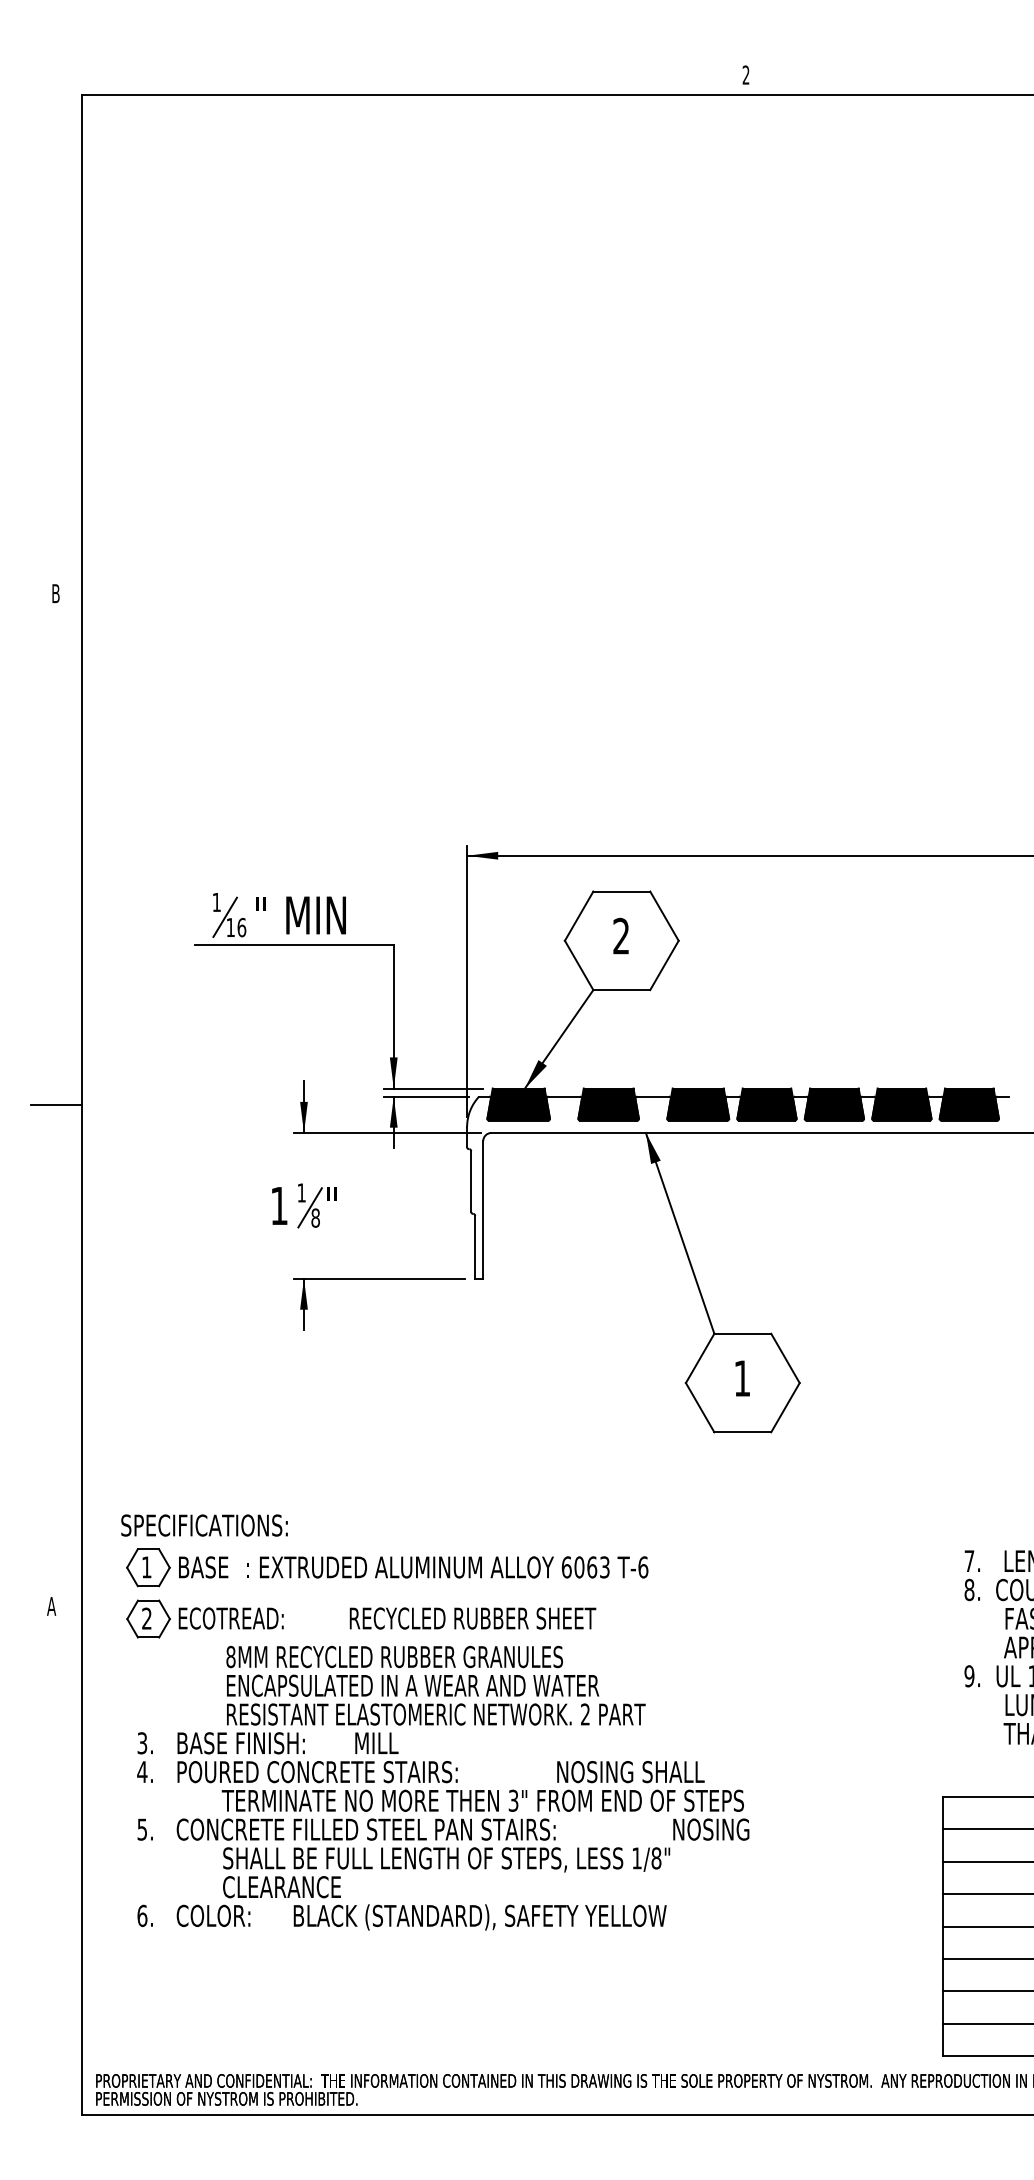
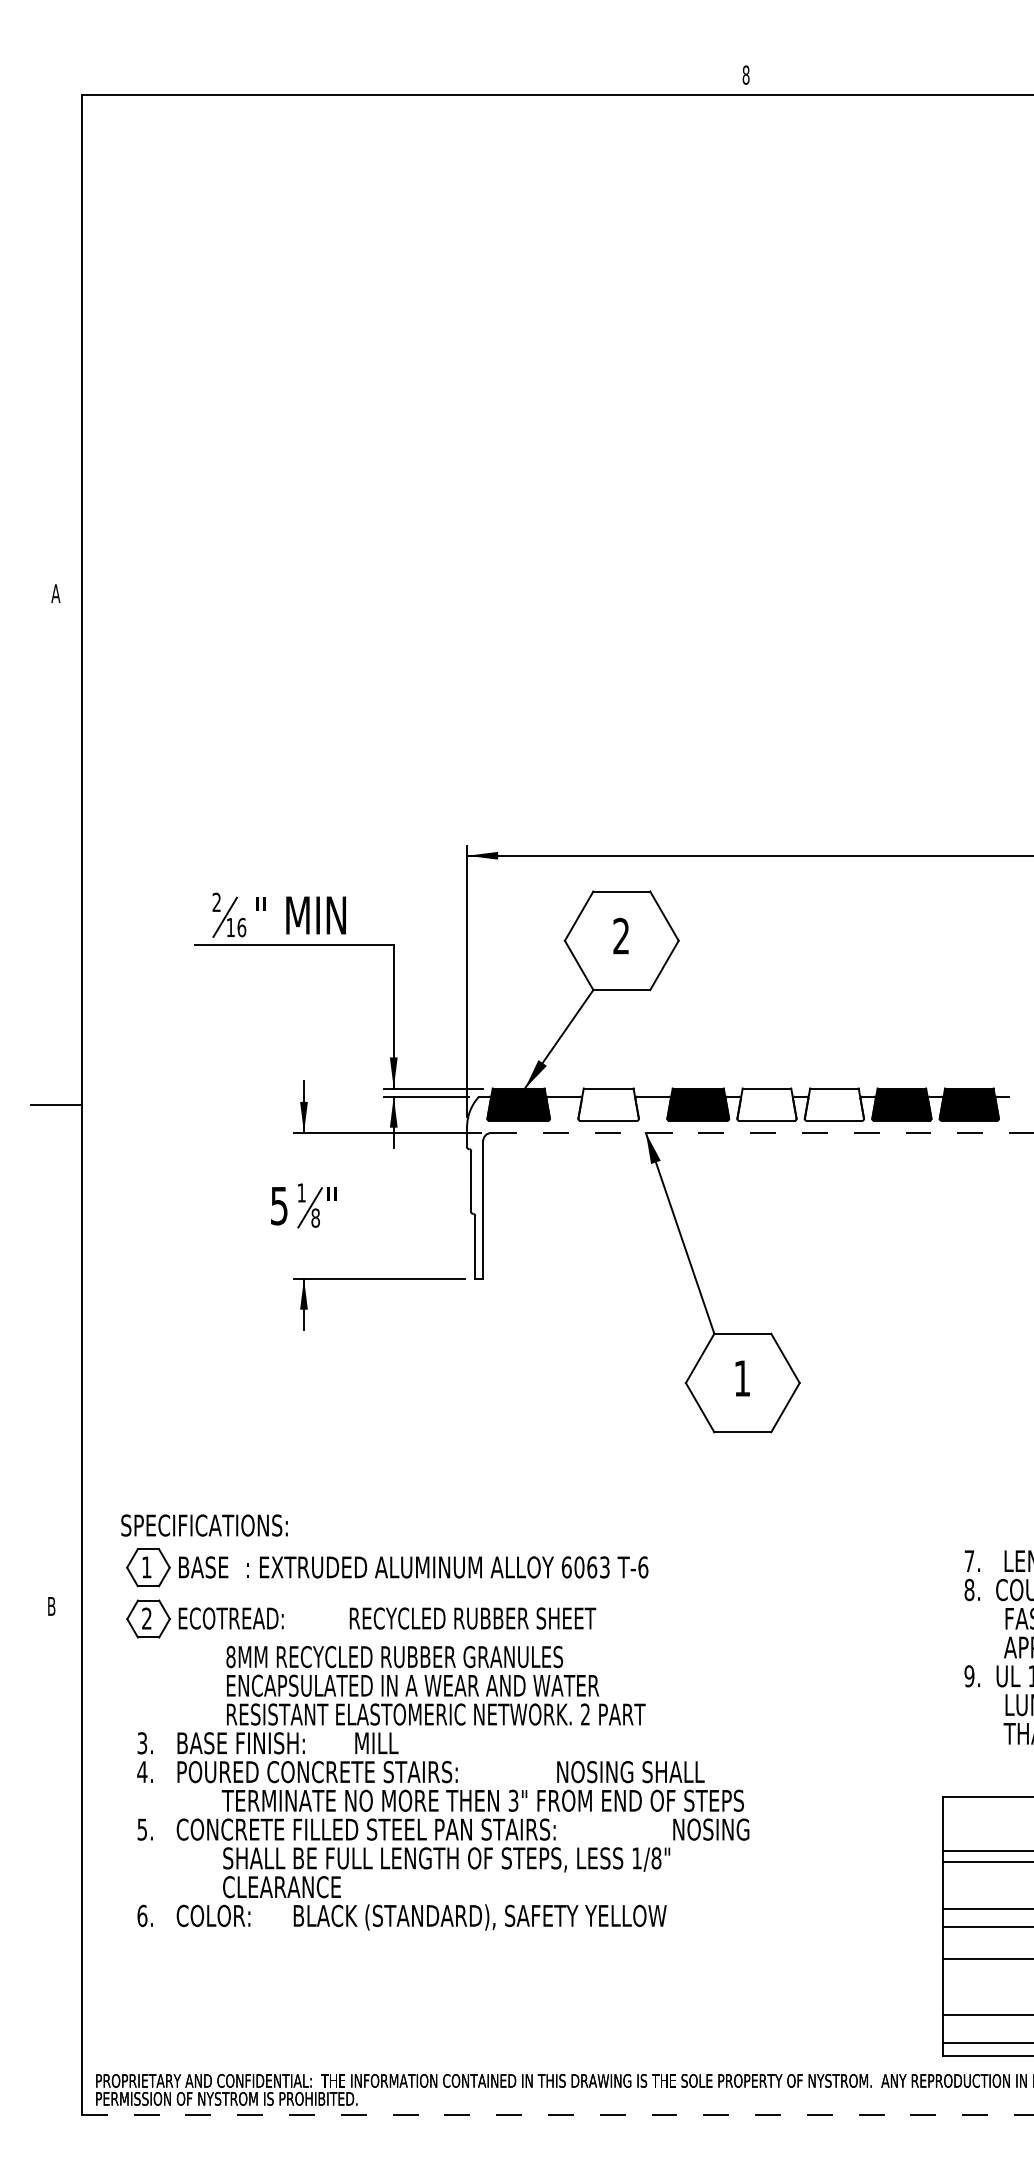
text at (745, 74): 2 -> 8
text at (55, 593): B -> A
text at (216, 901): 1 -> 2
fill at (608, 1104): present -> none
fill at (766, 1104): present -> none
fill at (834, 1104): present -> none
line at (762, 1132): solid -> dashed
text at (279, 1206): 1 -> 5
text at (51, 1606): A -> B
line at (986, 1829) position: (986, 1829) -> (986, 1851)
line at (986, 1894) position: (986, 1894) -> (986, 1909)
line at (986, 1991) position: (986, 1991) -> (986, 2015)
line at (986, 2023) position: (986, 2023) -> (986, 2042)
line at (557, 2114): solid -> dashed
